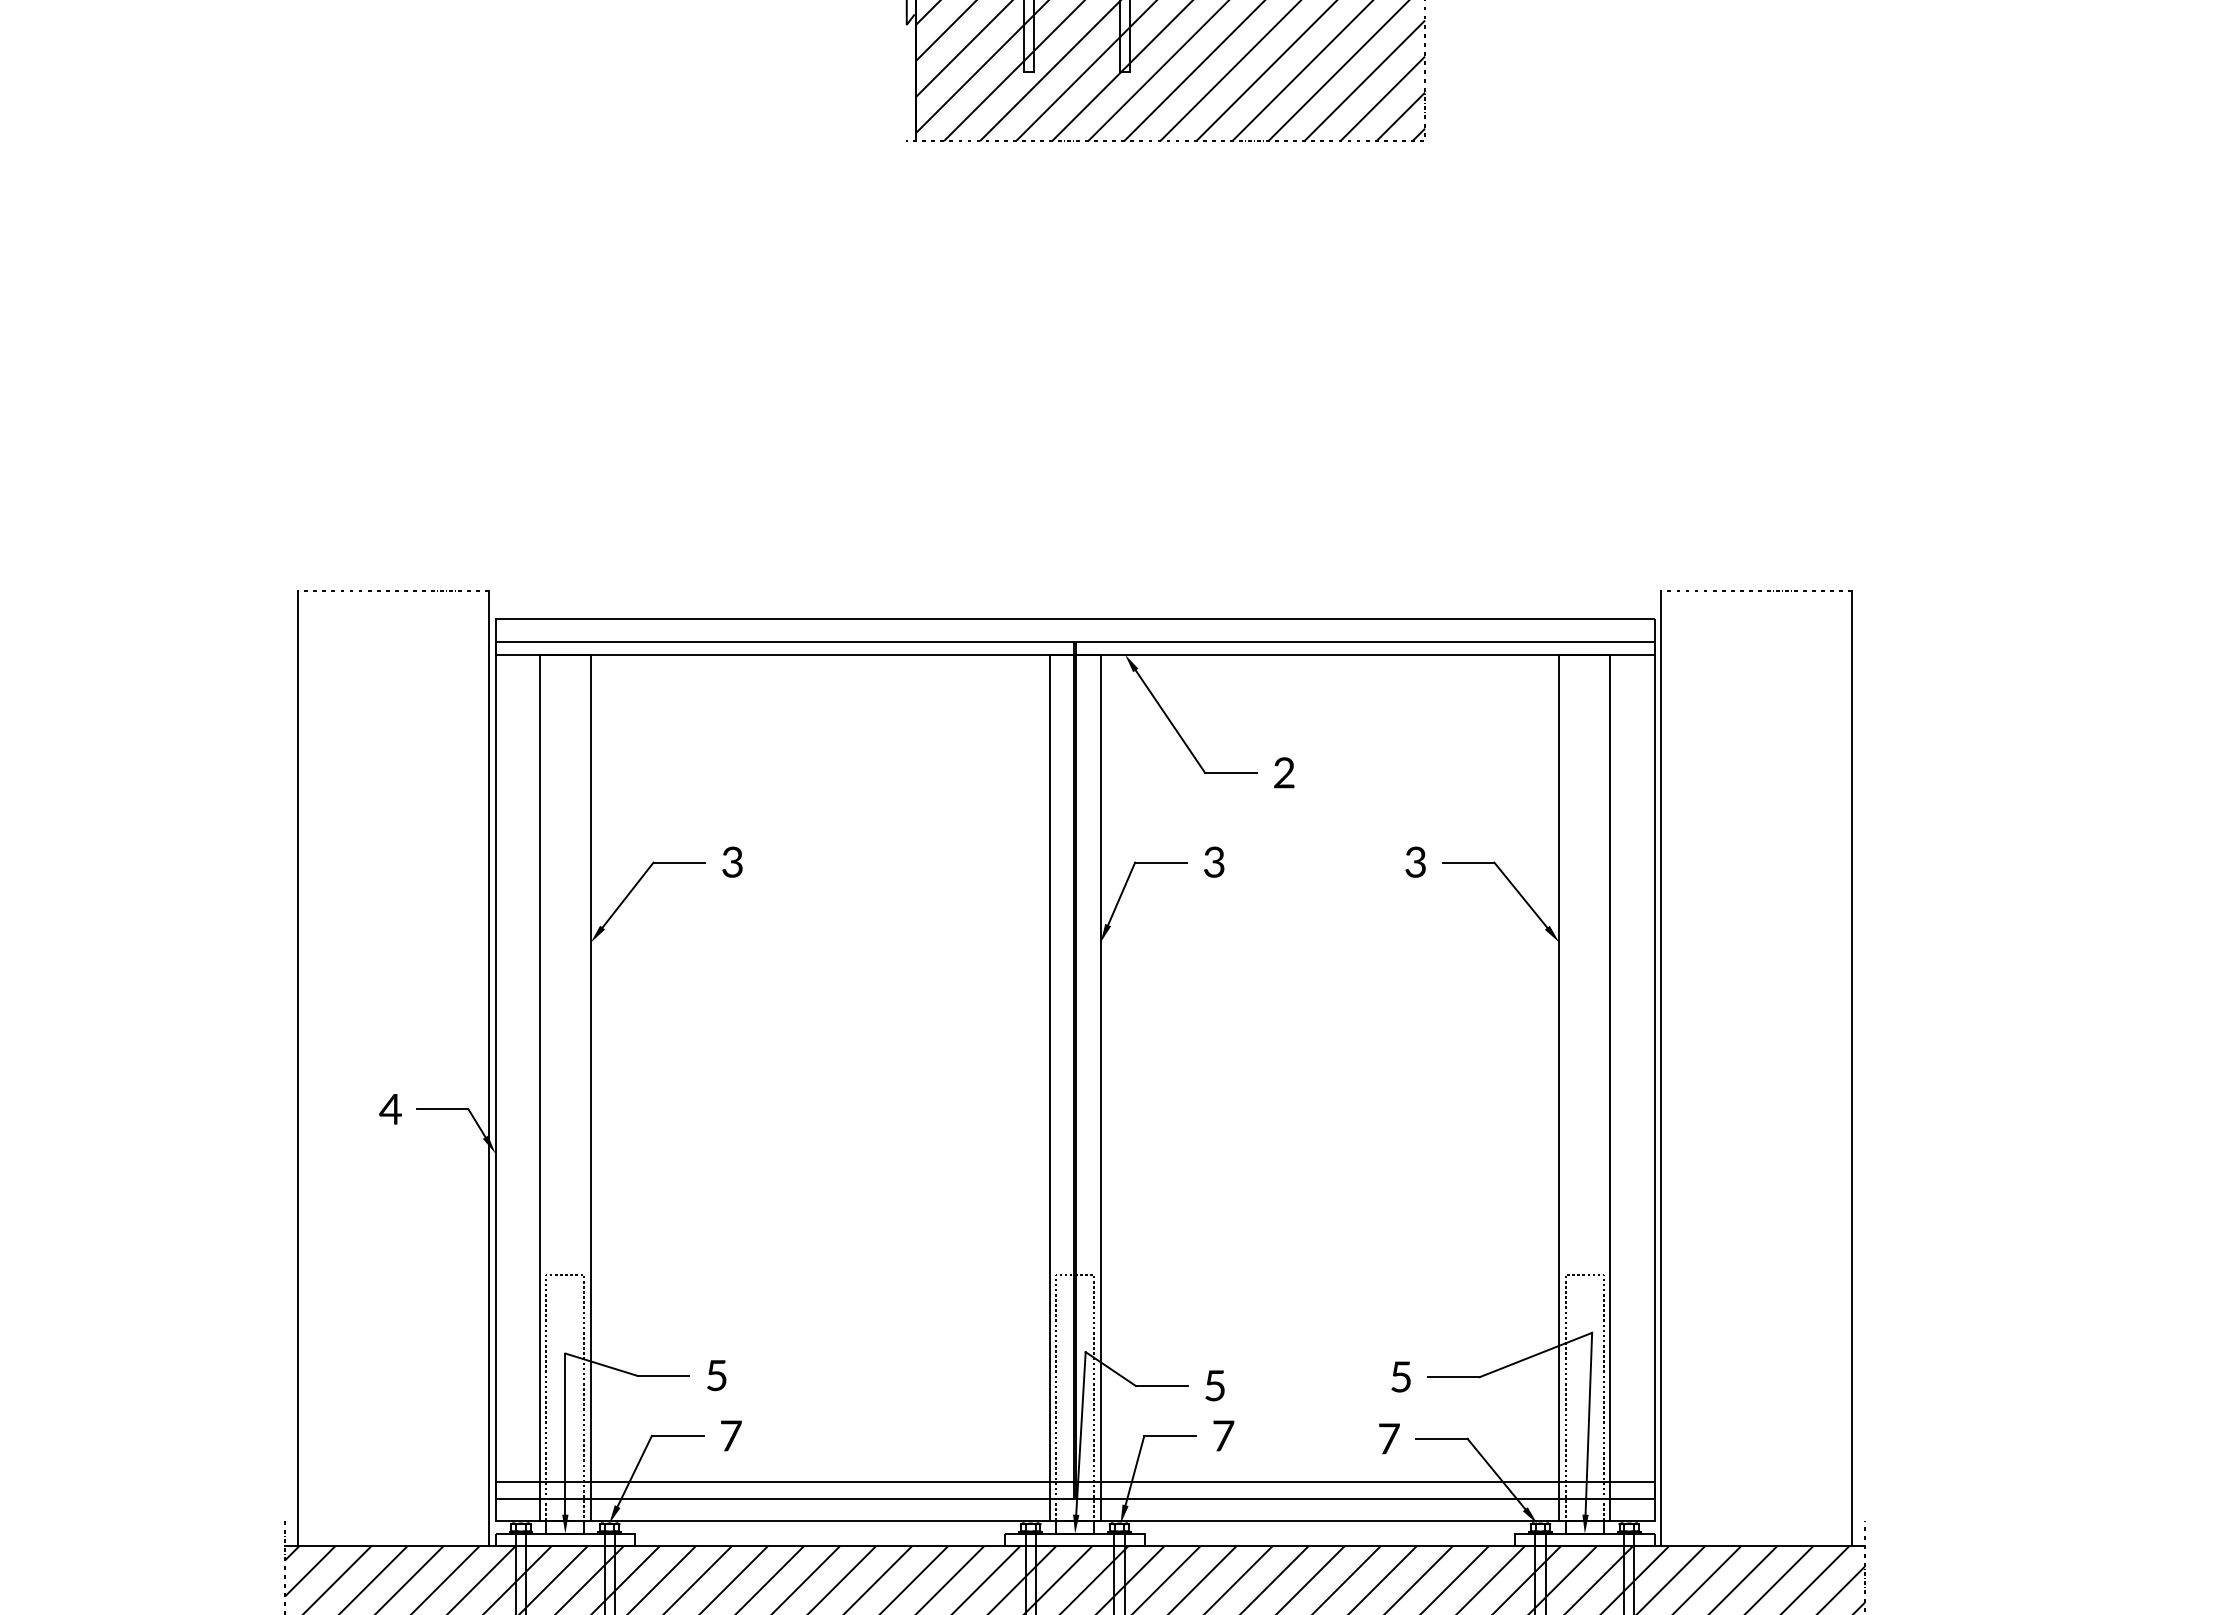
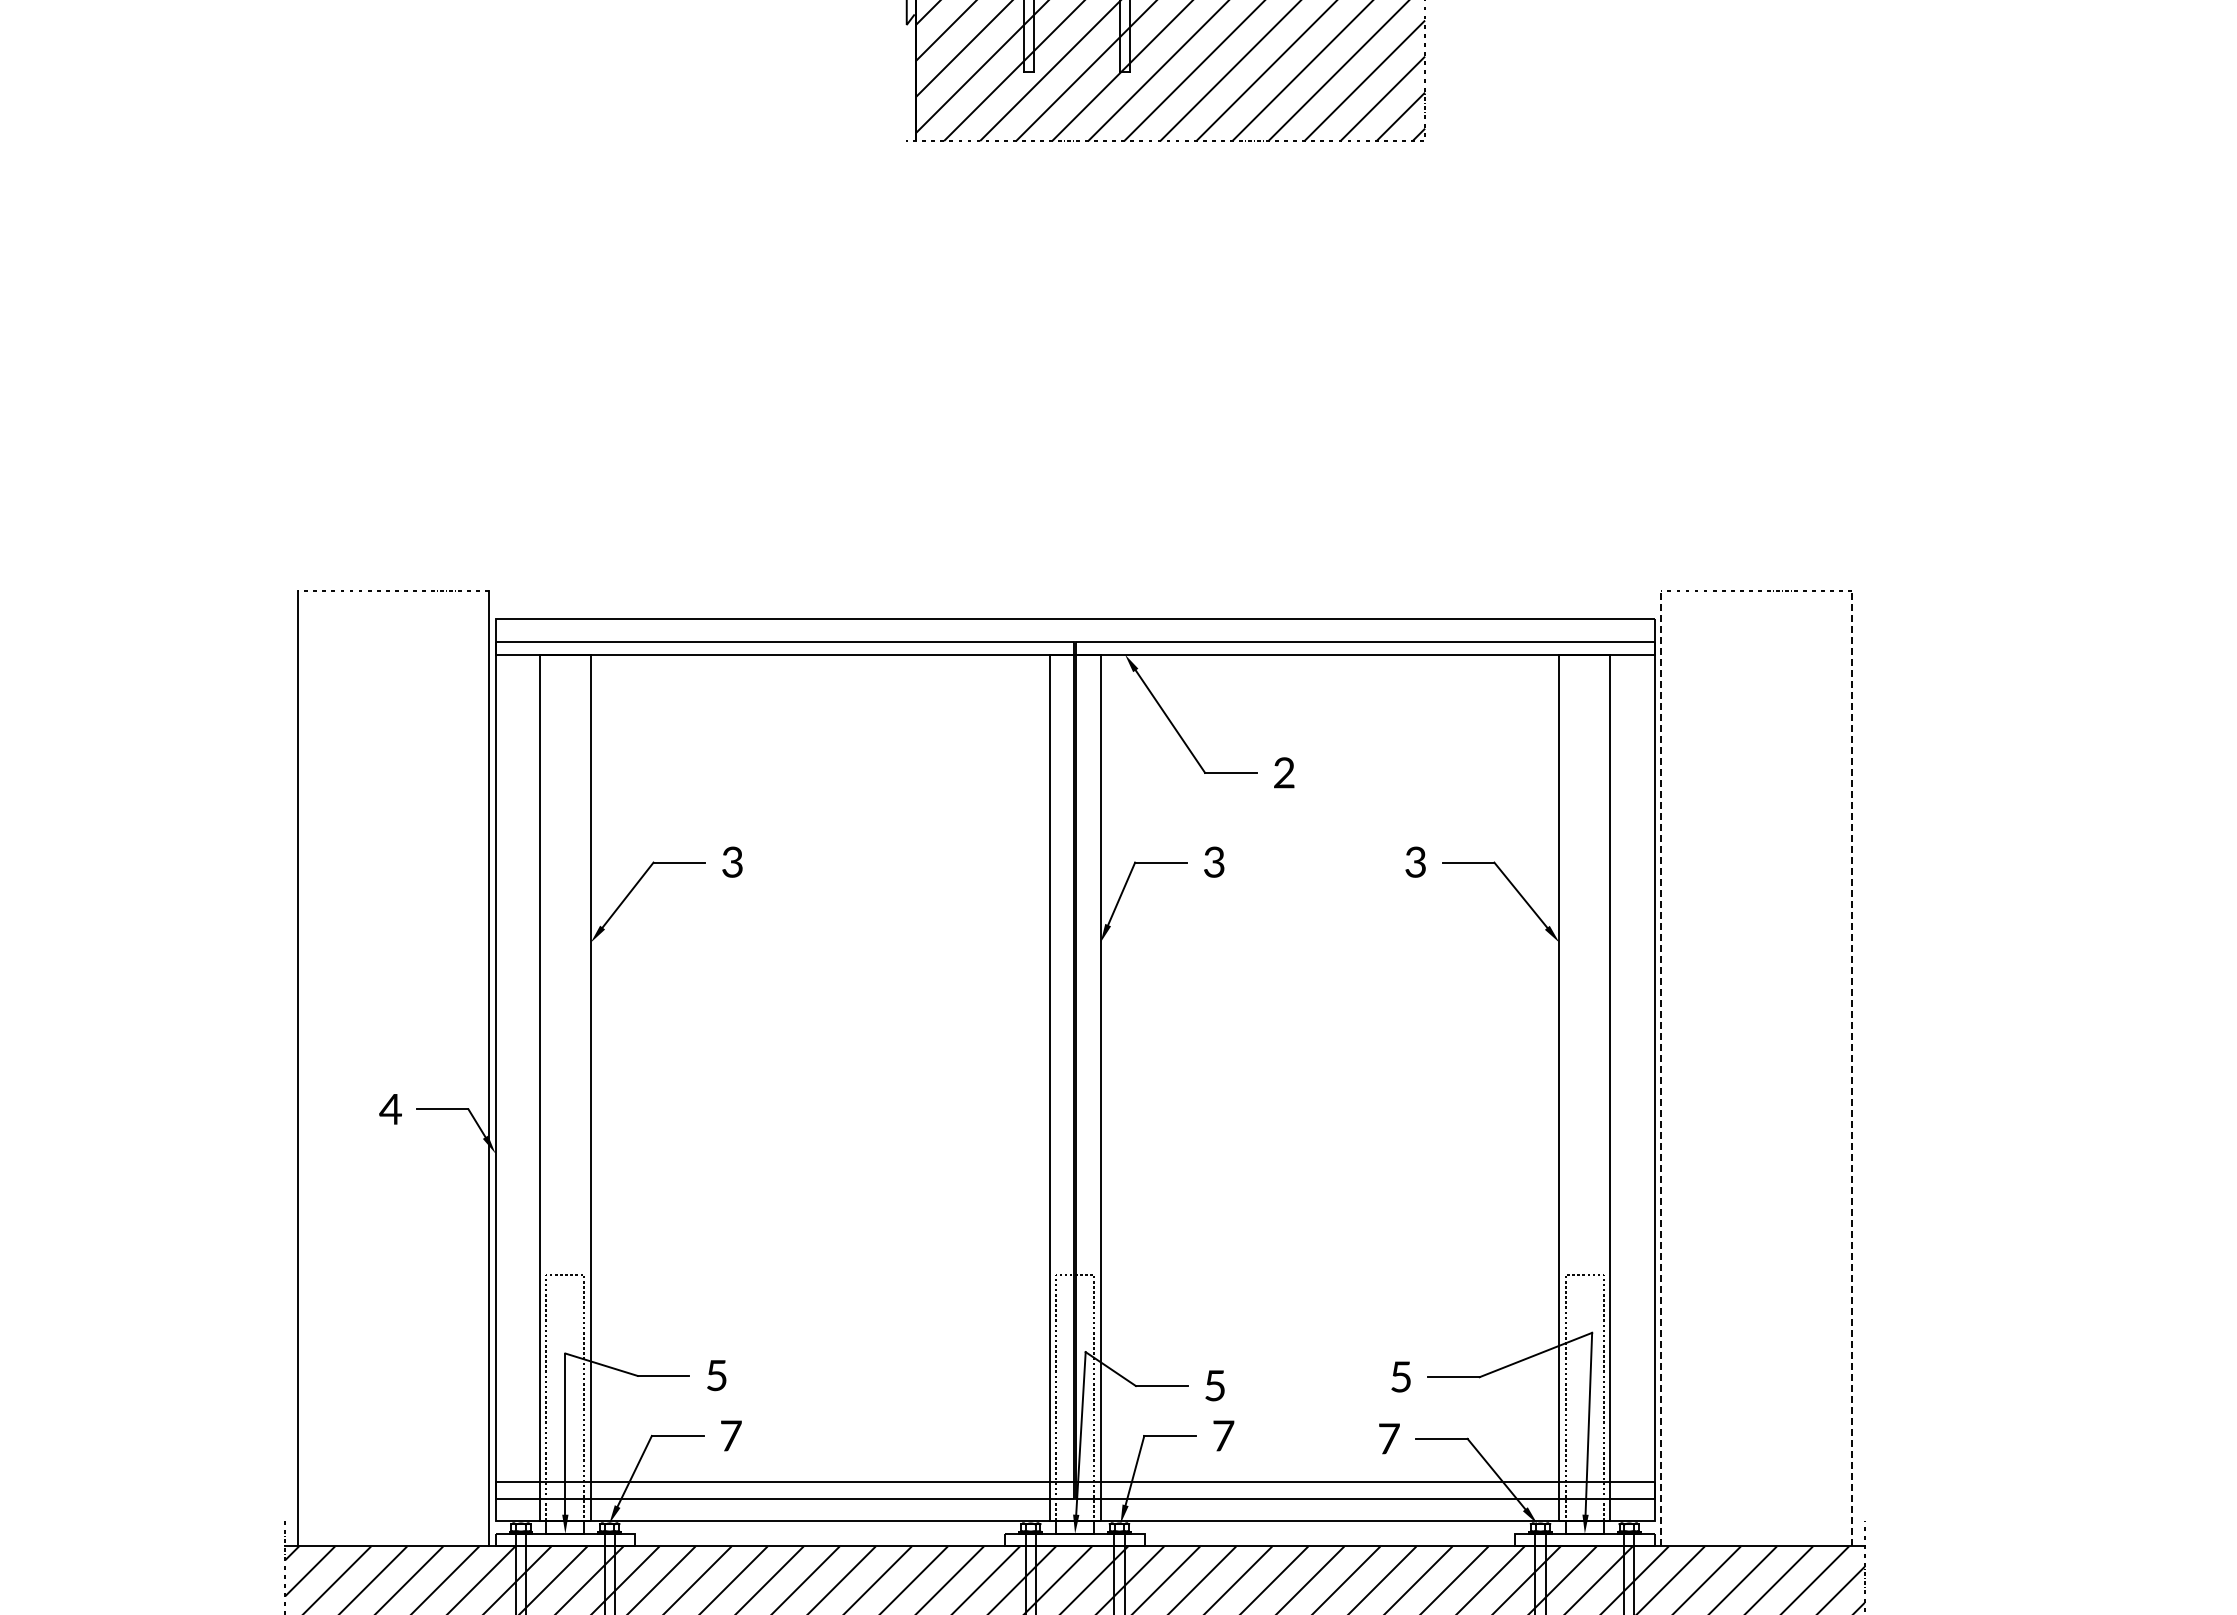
line at (1661, 1068): solid -> dashed
line at (1852, 1068): solid -> dashed
